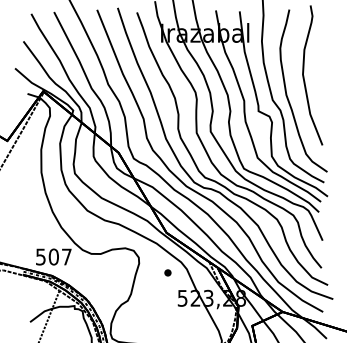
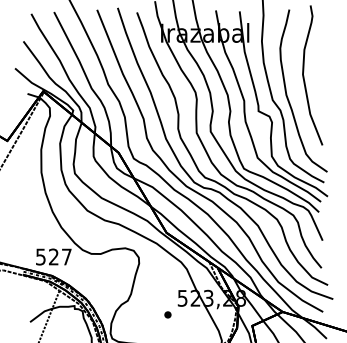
text at (53, 256): 507 -> 527
part at (167, 272) position: (167, 272) -> (167, 314)
